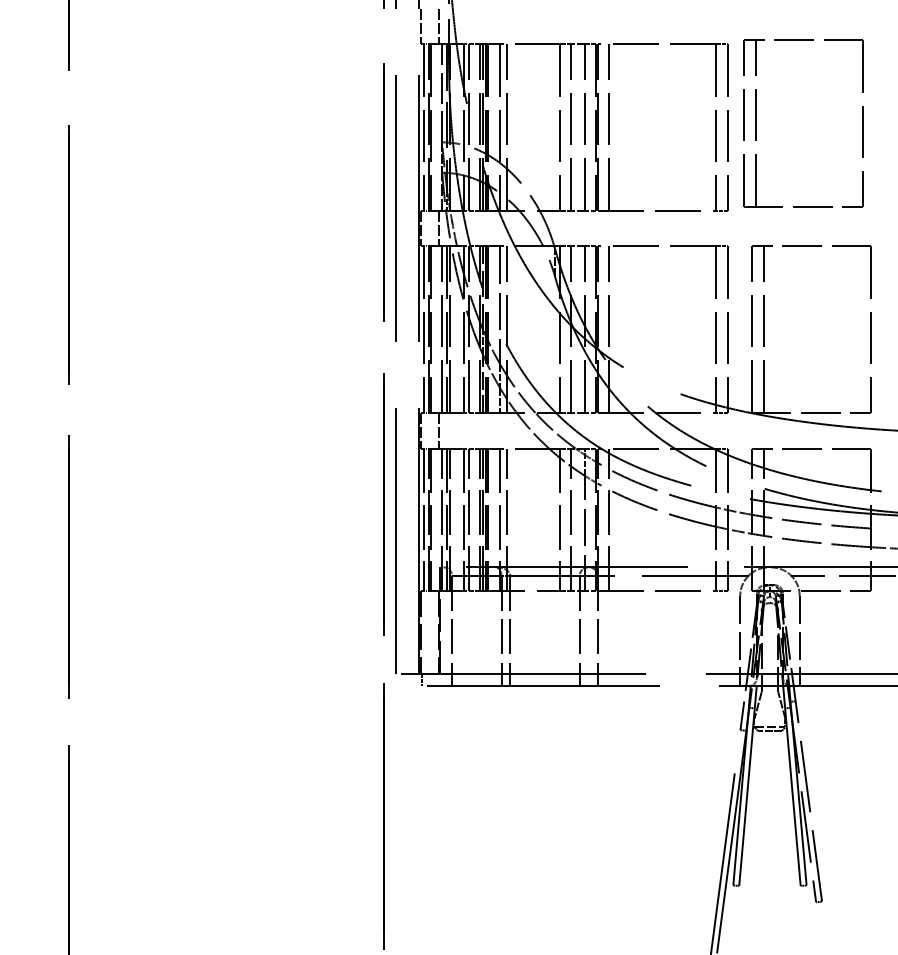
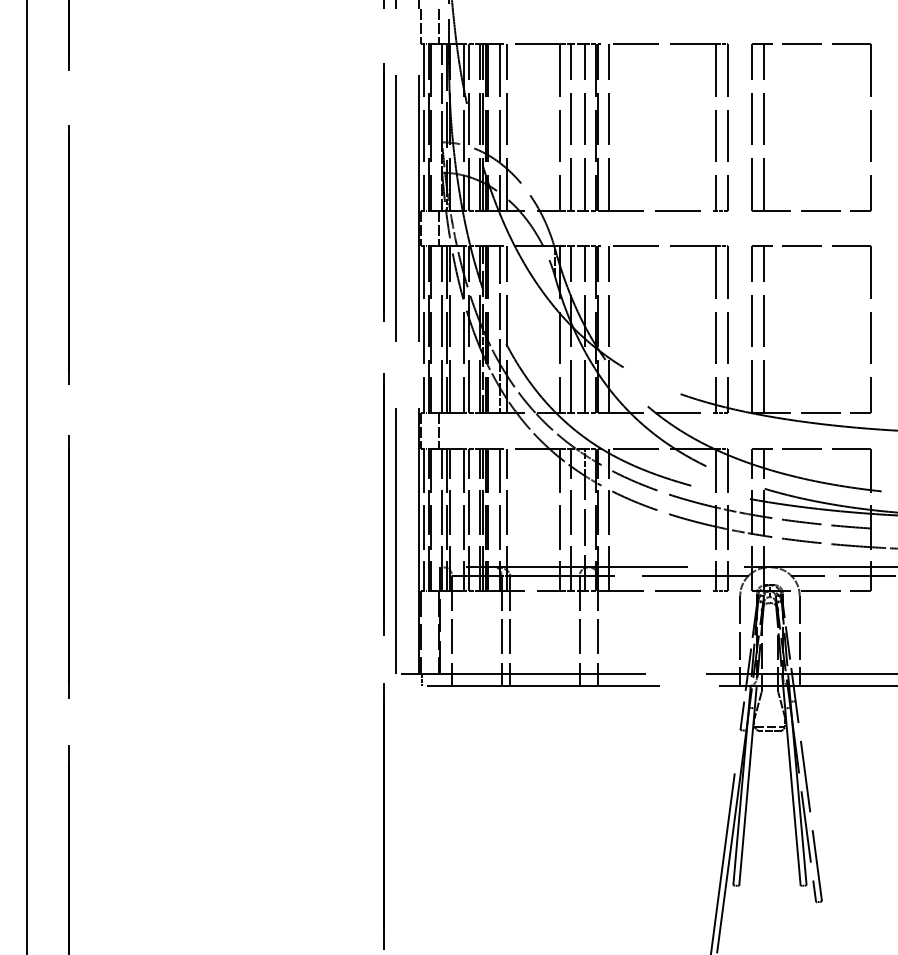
part at (756, 123) position: (756, 123) -> (764, 127)
line at (26, 476): none -> present
